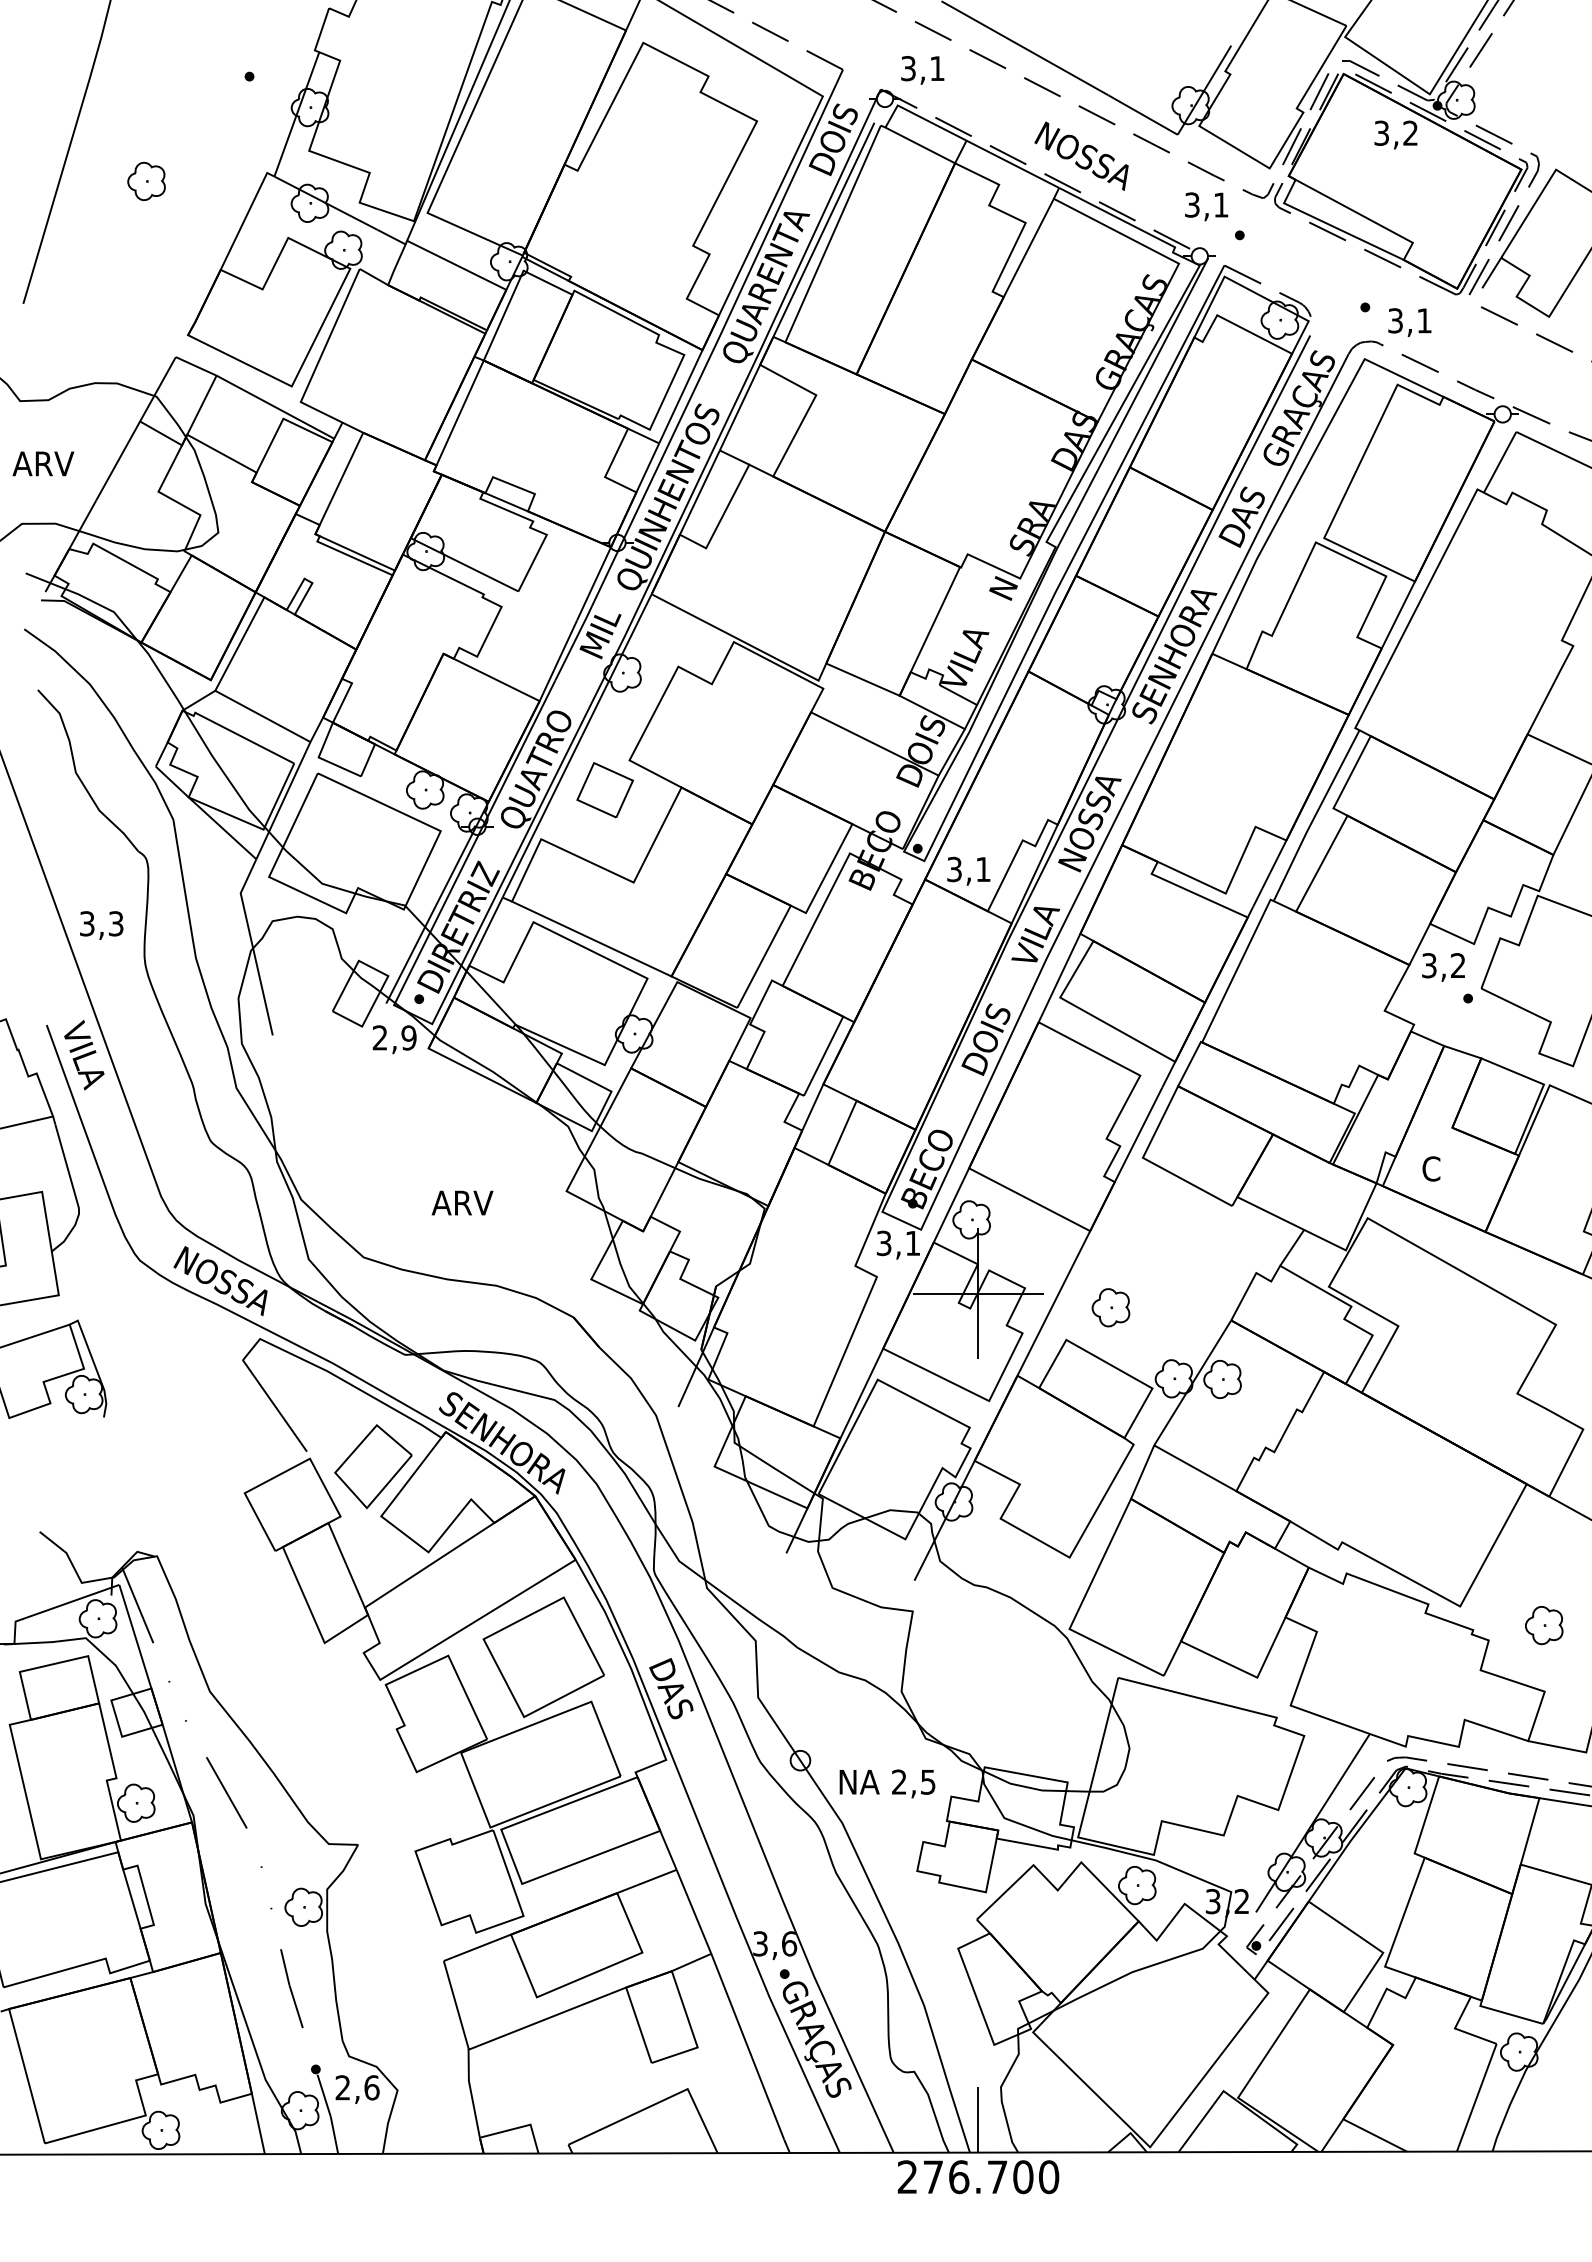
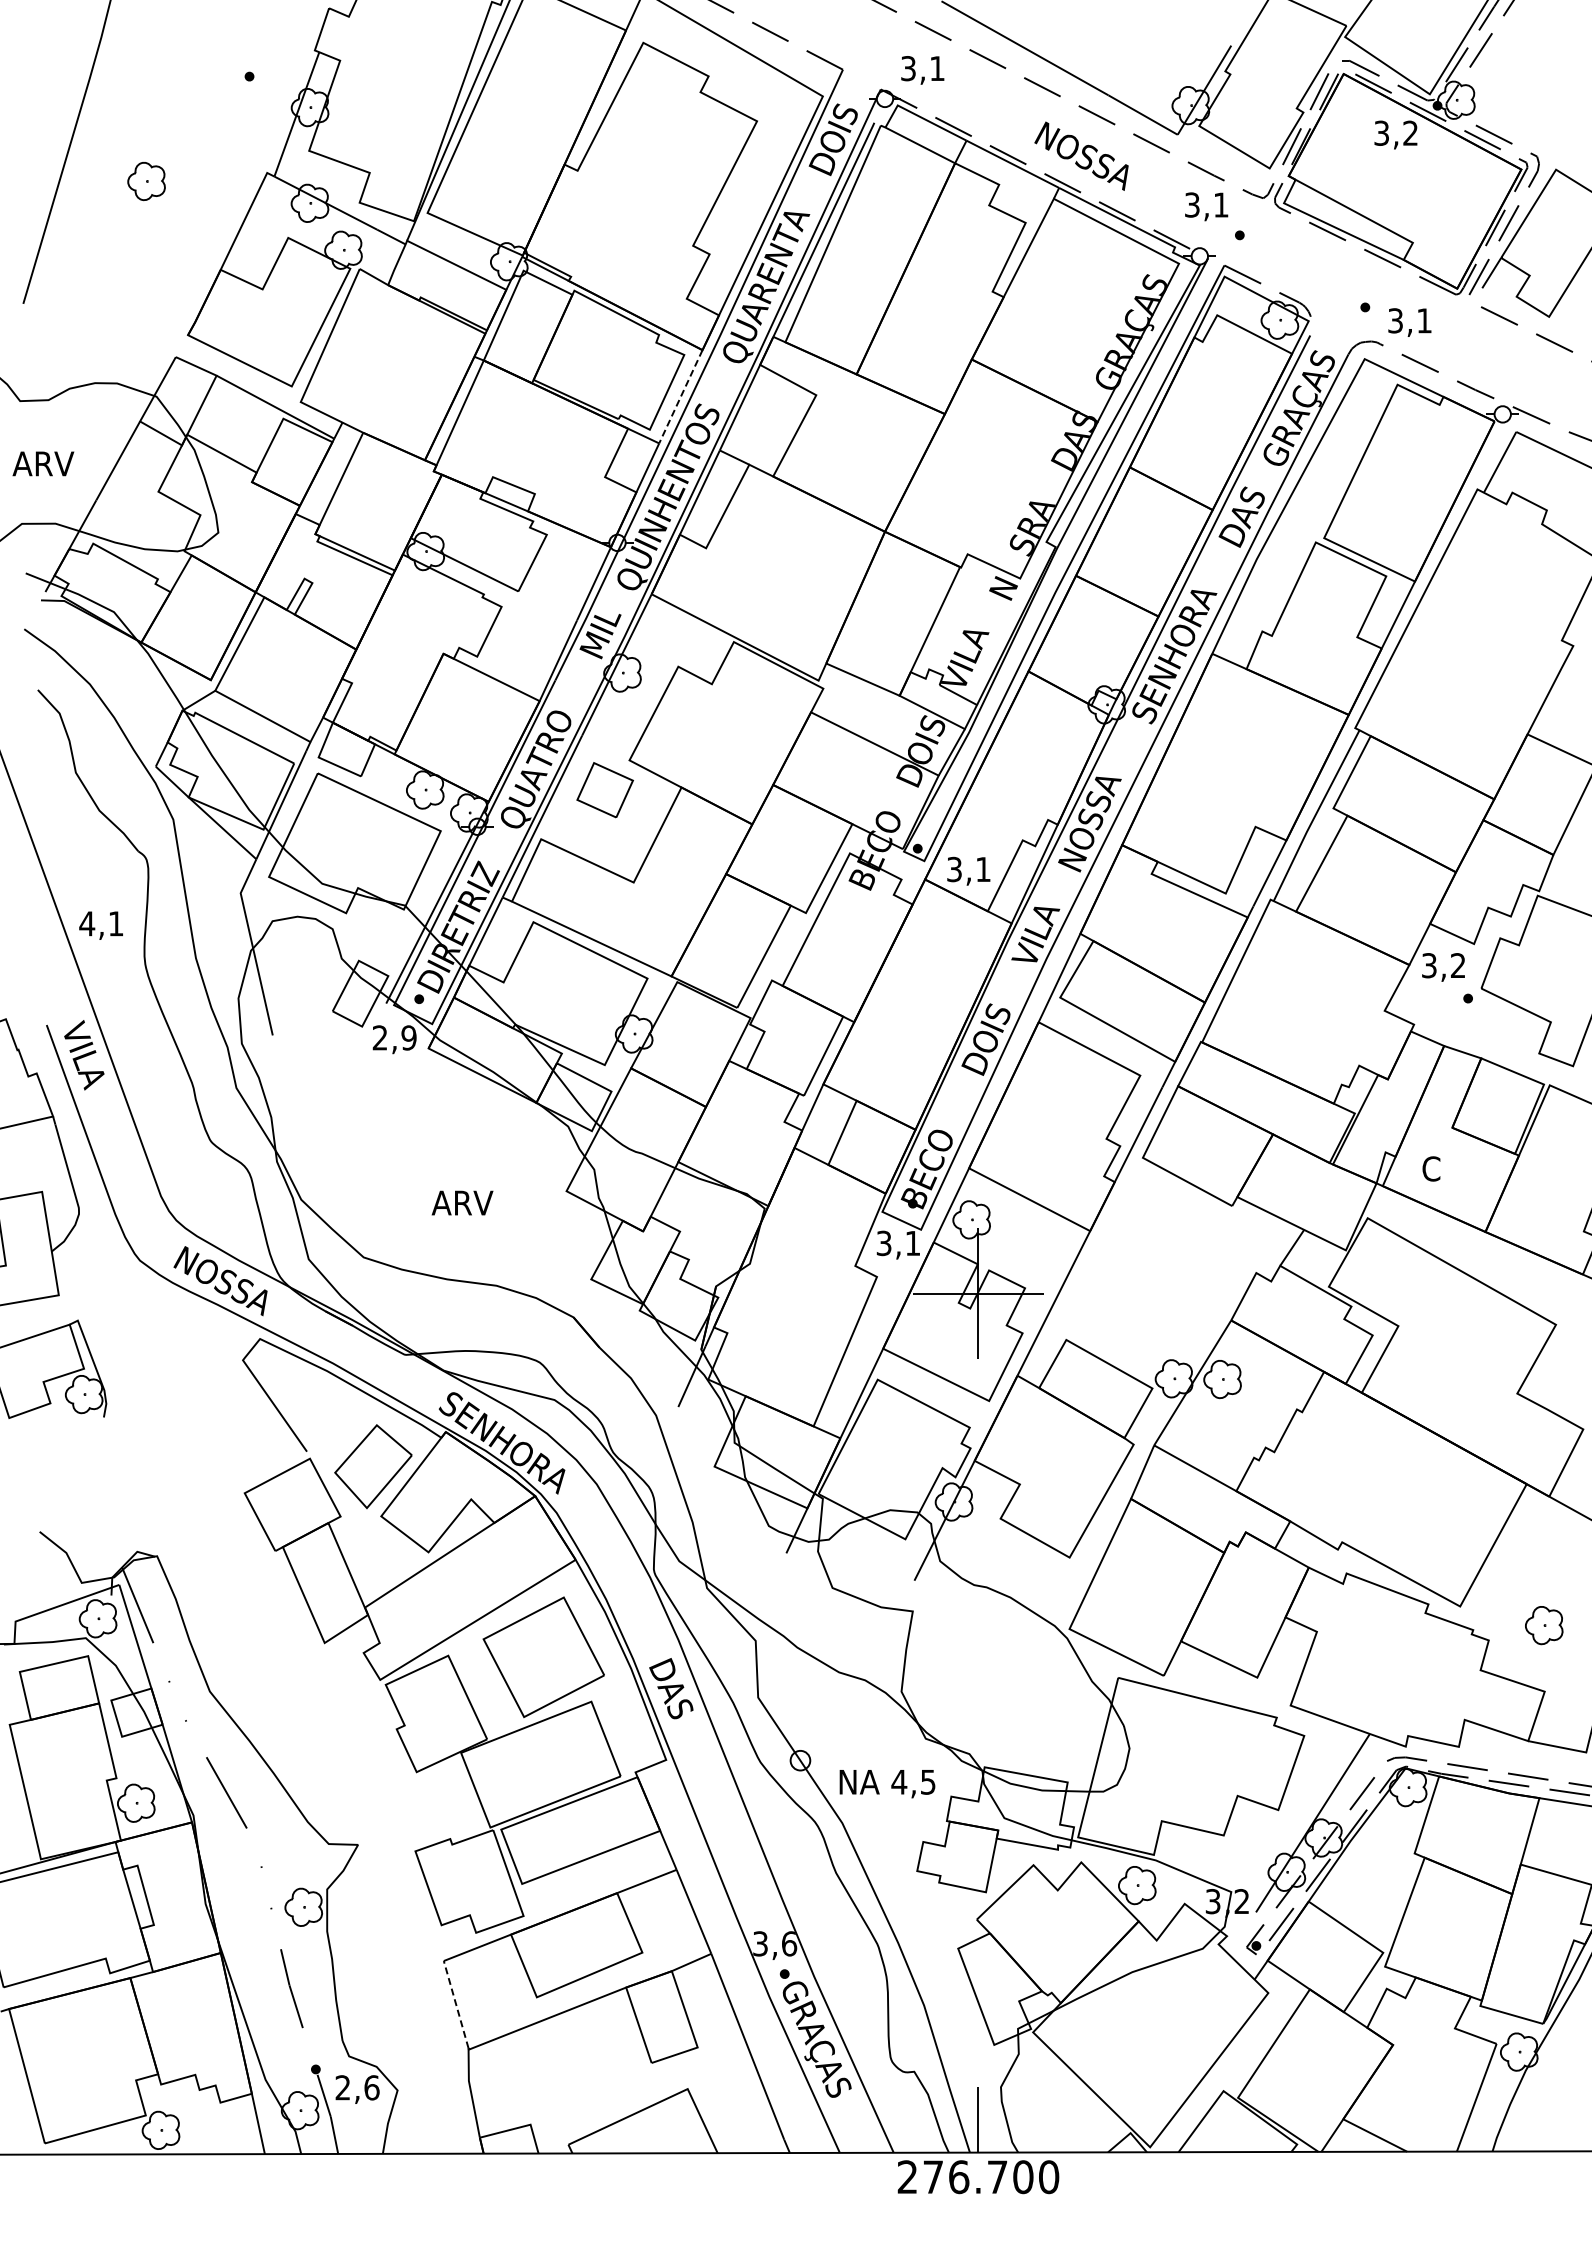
line at (680, 397): solid -> dashed
text at (101, 923): 3,3 -> 4,1
part at (1110, 1307): present -> none
text at (899, 1781): 2,5 -> 4,5
line at (456, 2004): solid -> dashed
